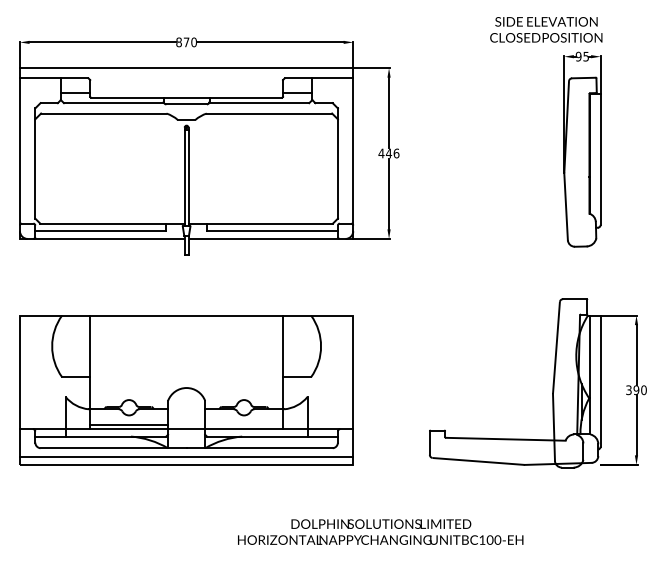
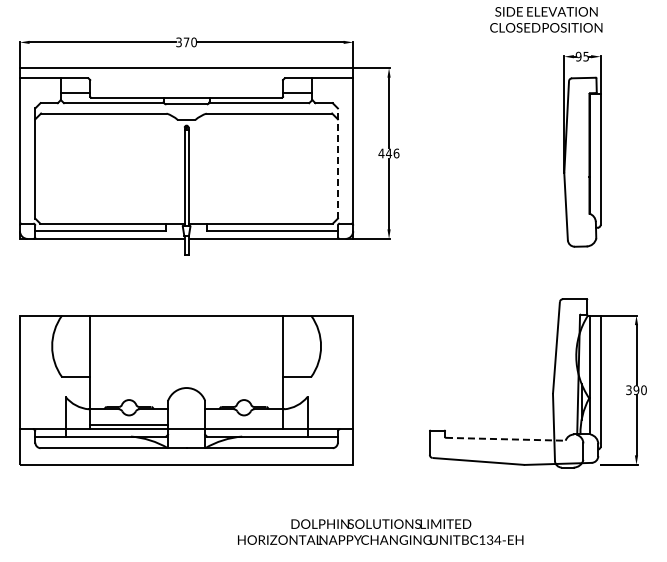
text at (546, 29) position: (546, 29) -> (546, 19)
text at (178, 42): 870 -> 370
line at (337, 163): solid -> dashed
line at (505, 439): solid -> dashed
line at (186, 456): present -> none
text at (493, 539): BC100-EH -> BC134-EH
